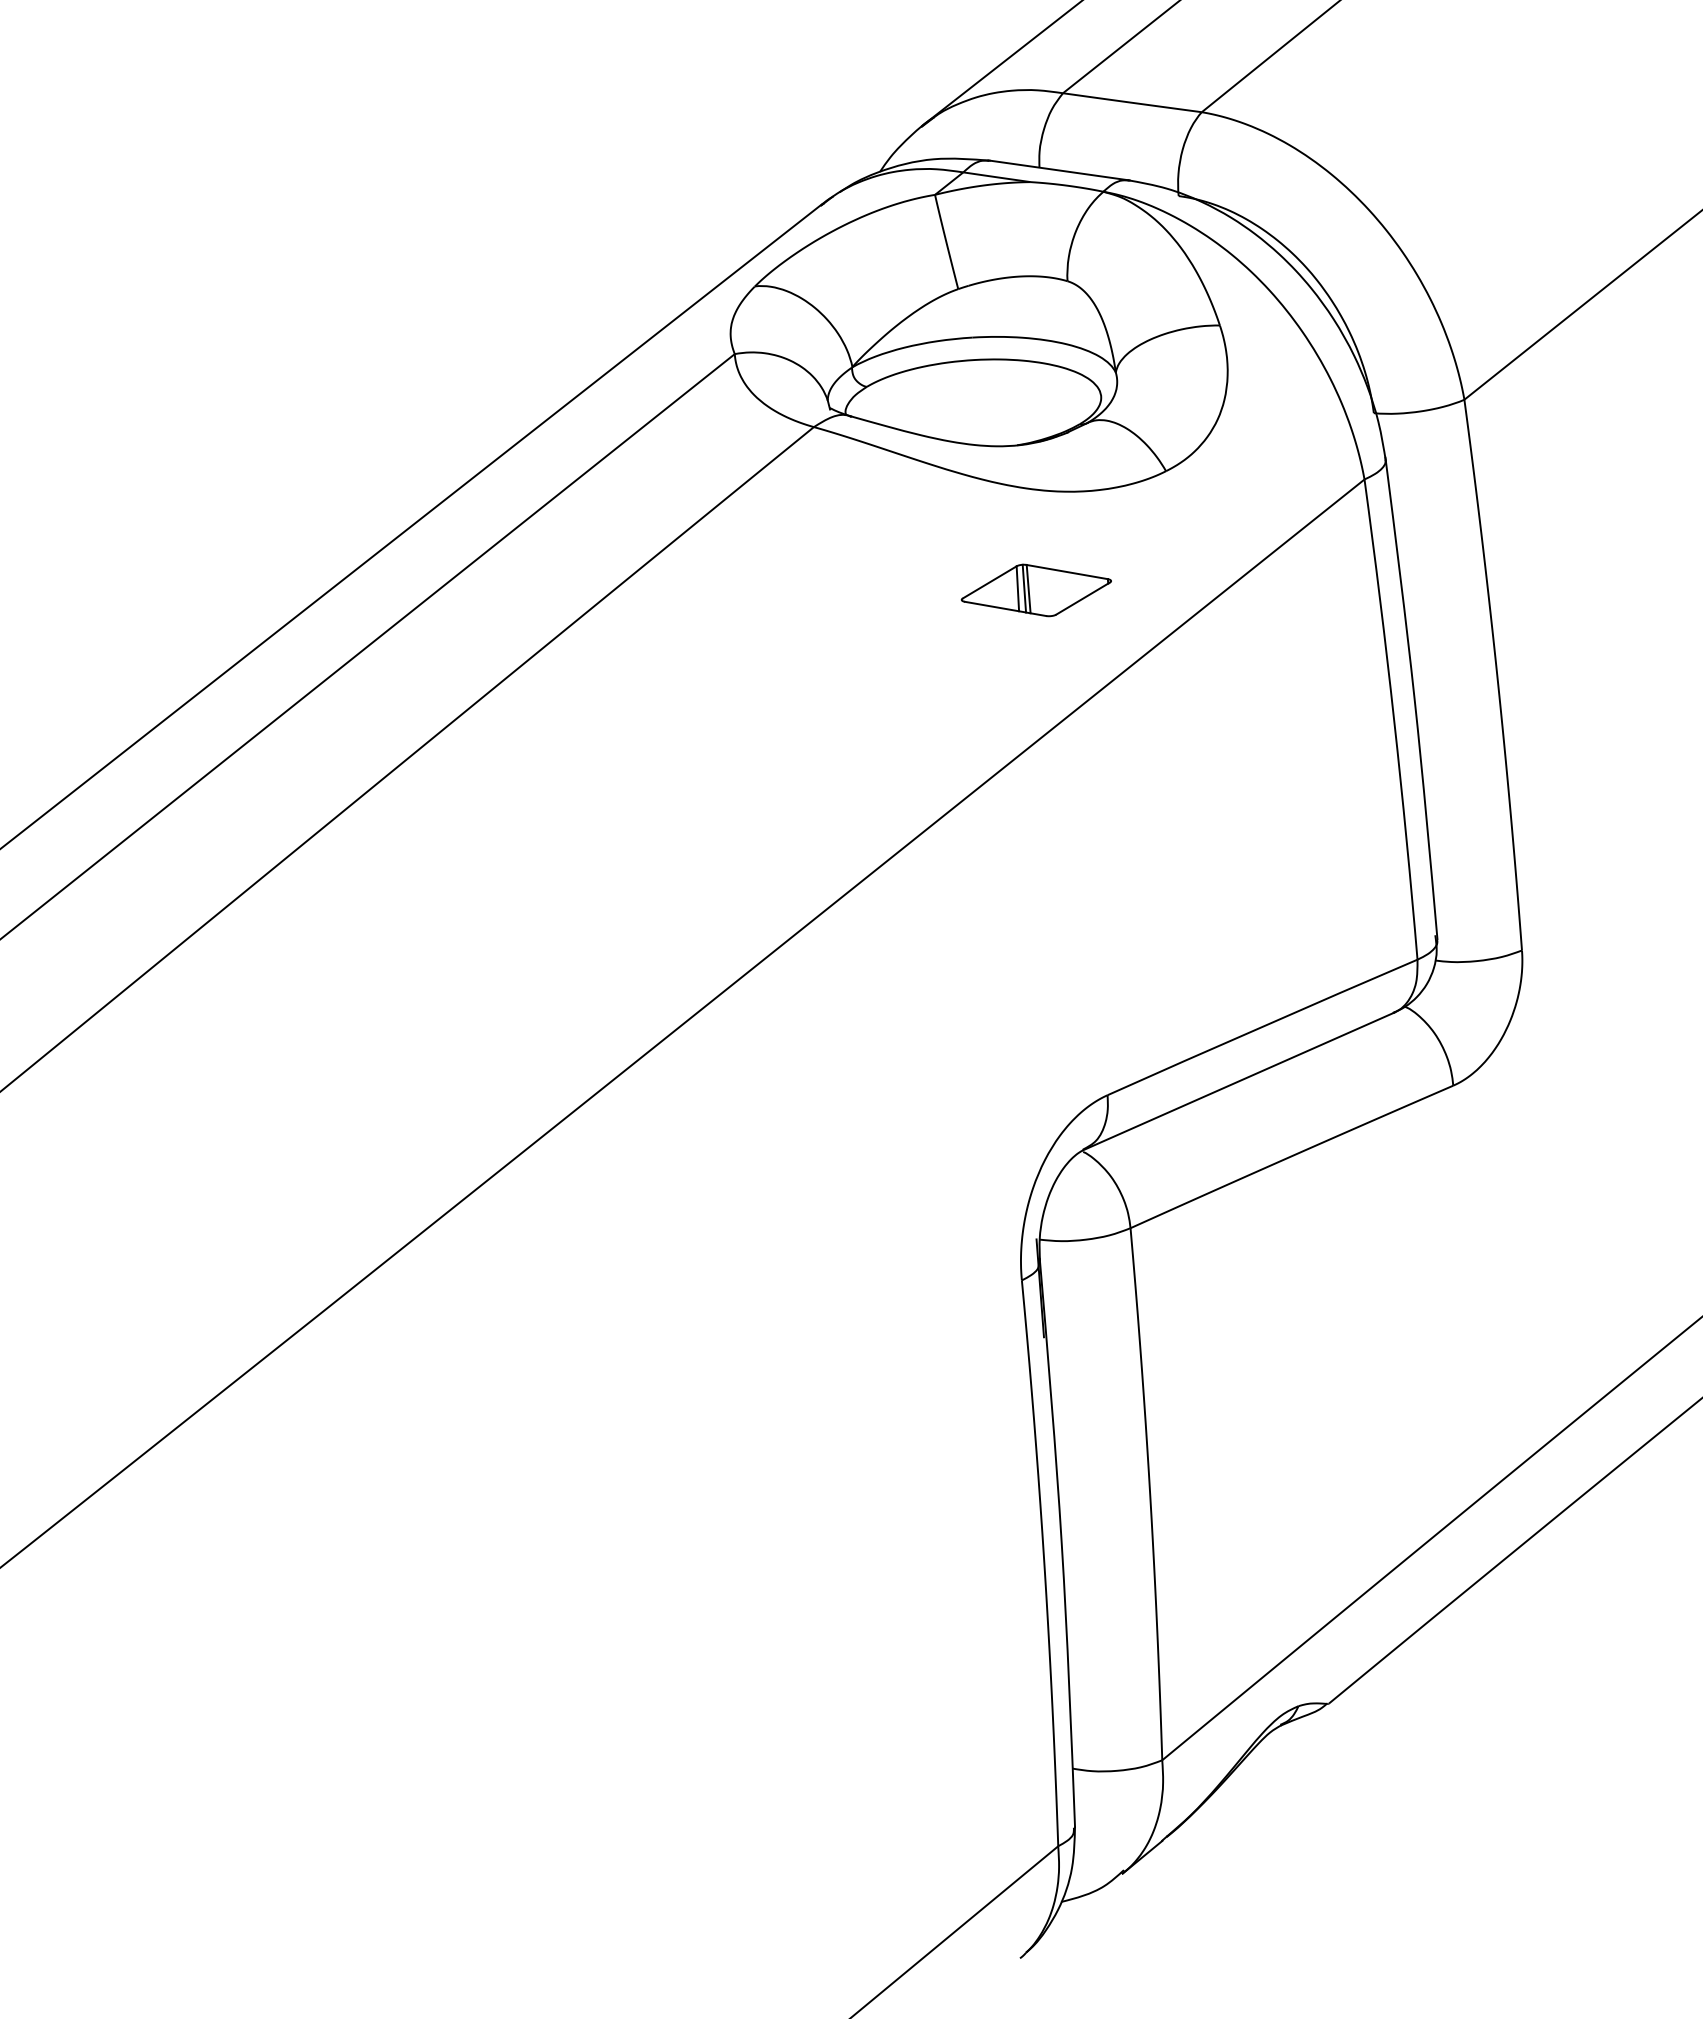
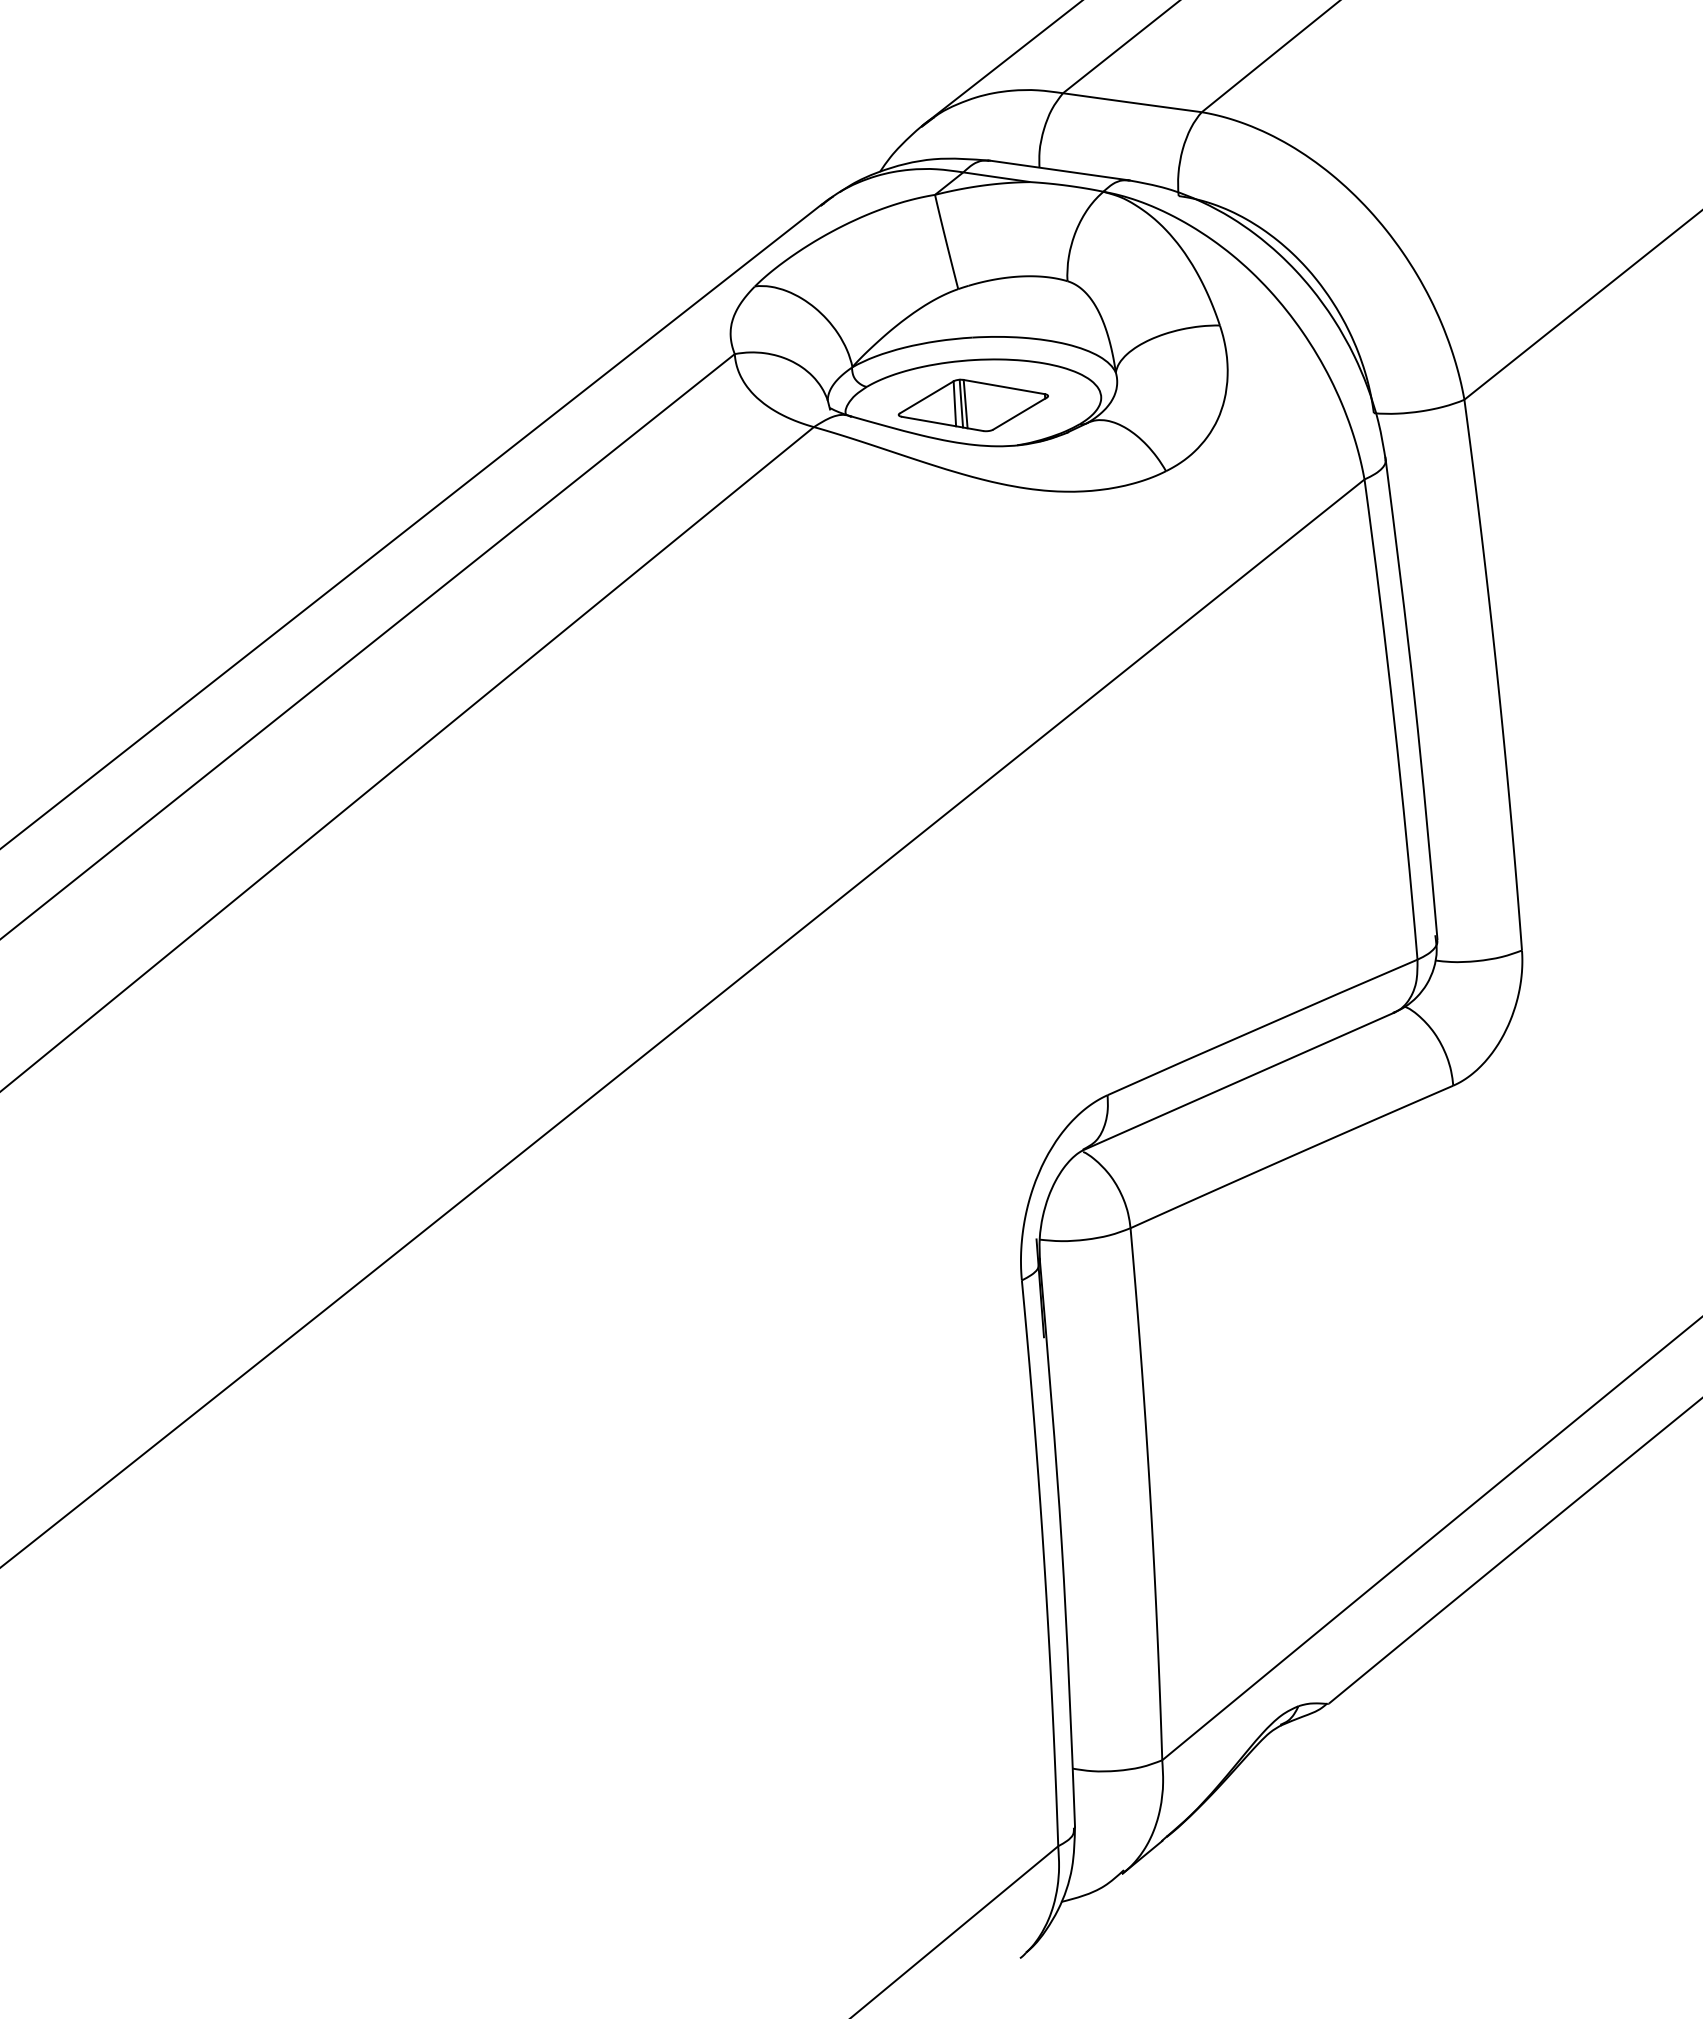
part at (1035, 590) position: (1035, 590) -> (972, 405)
